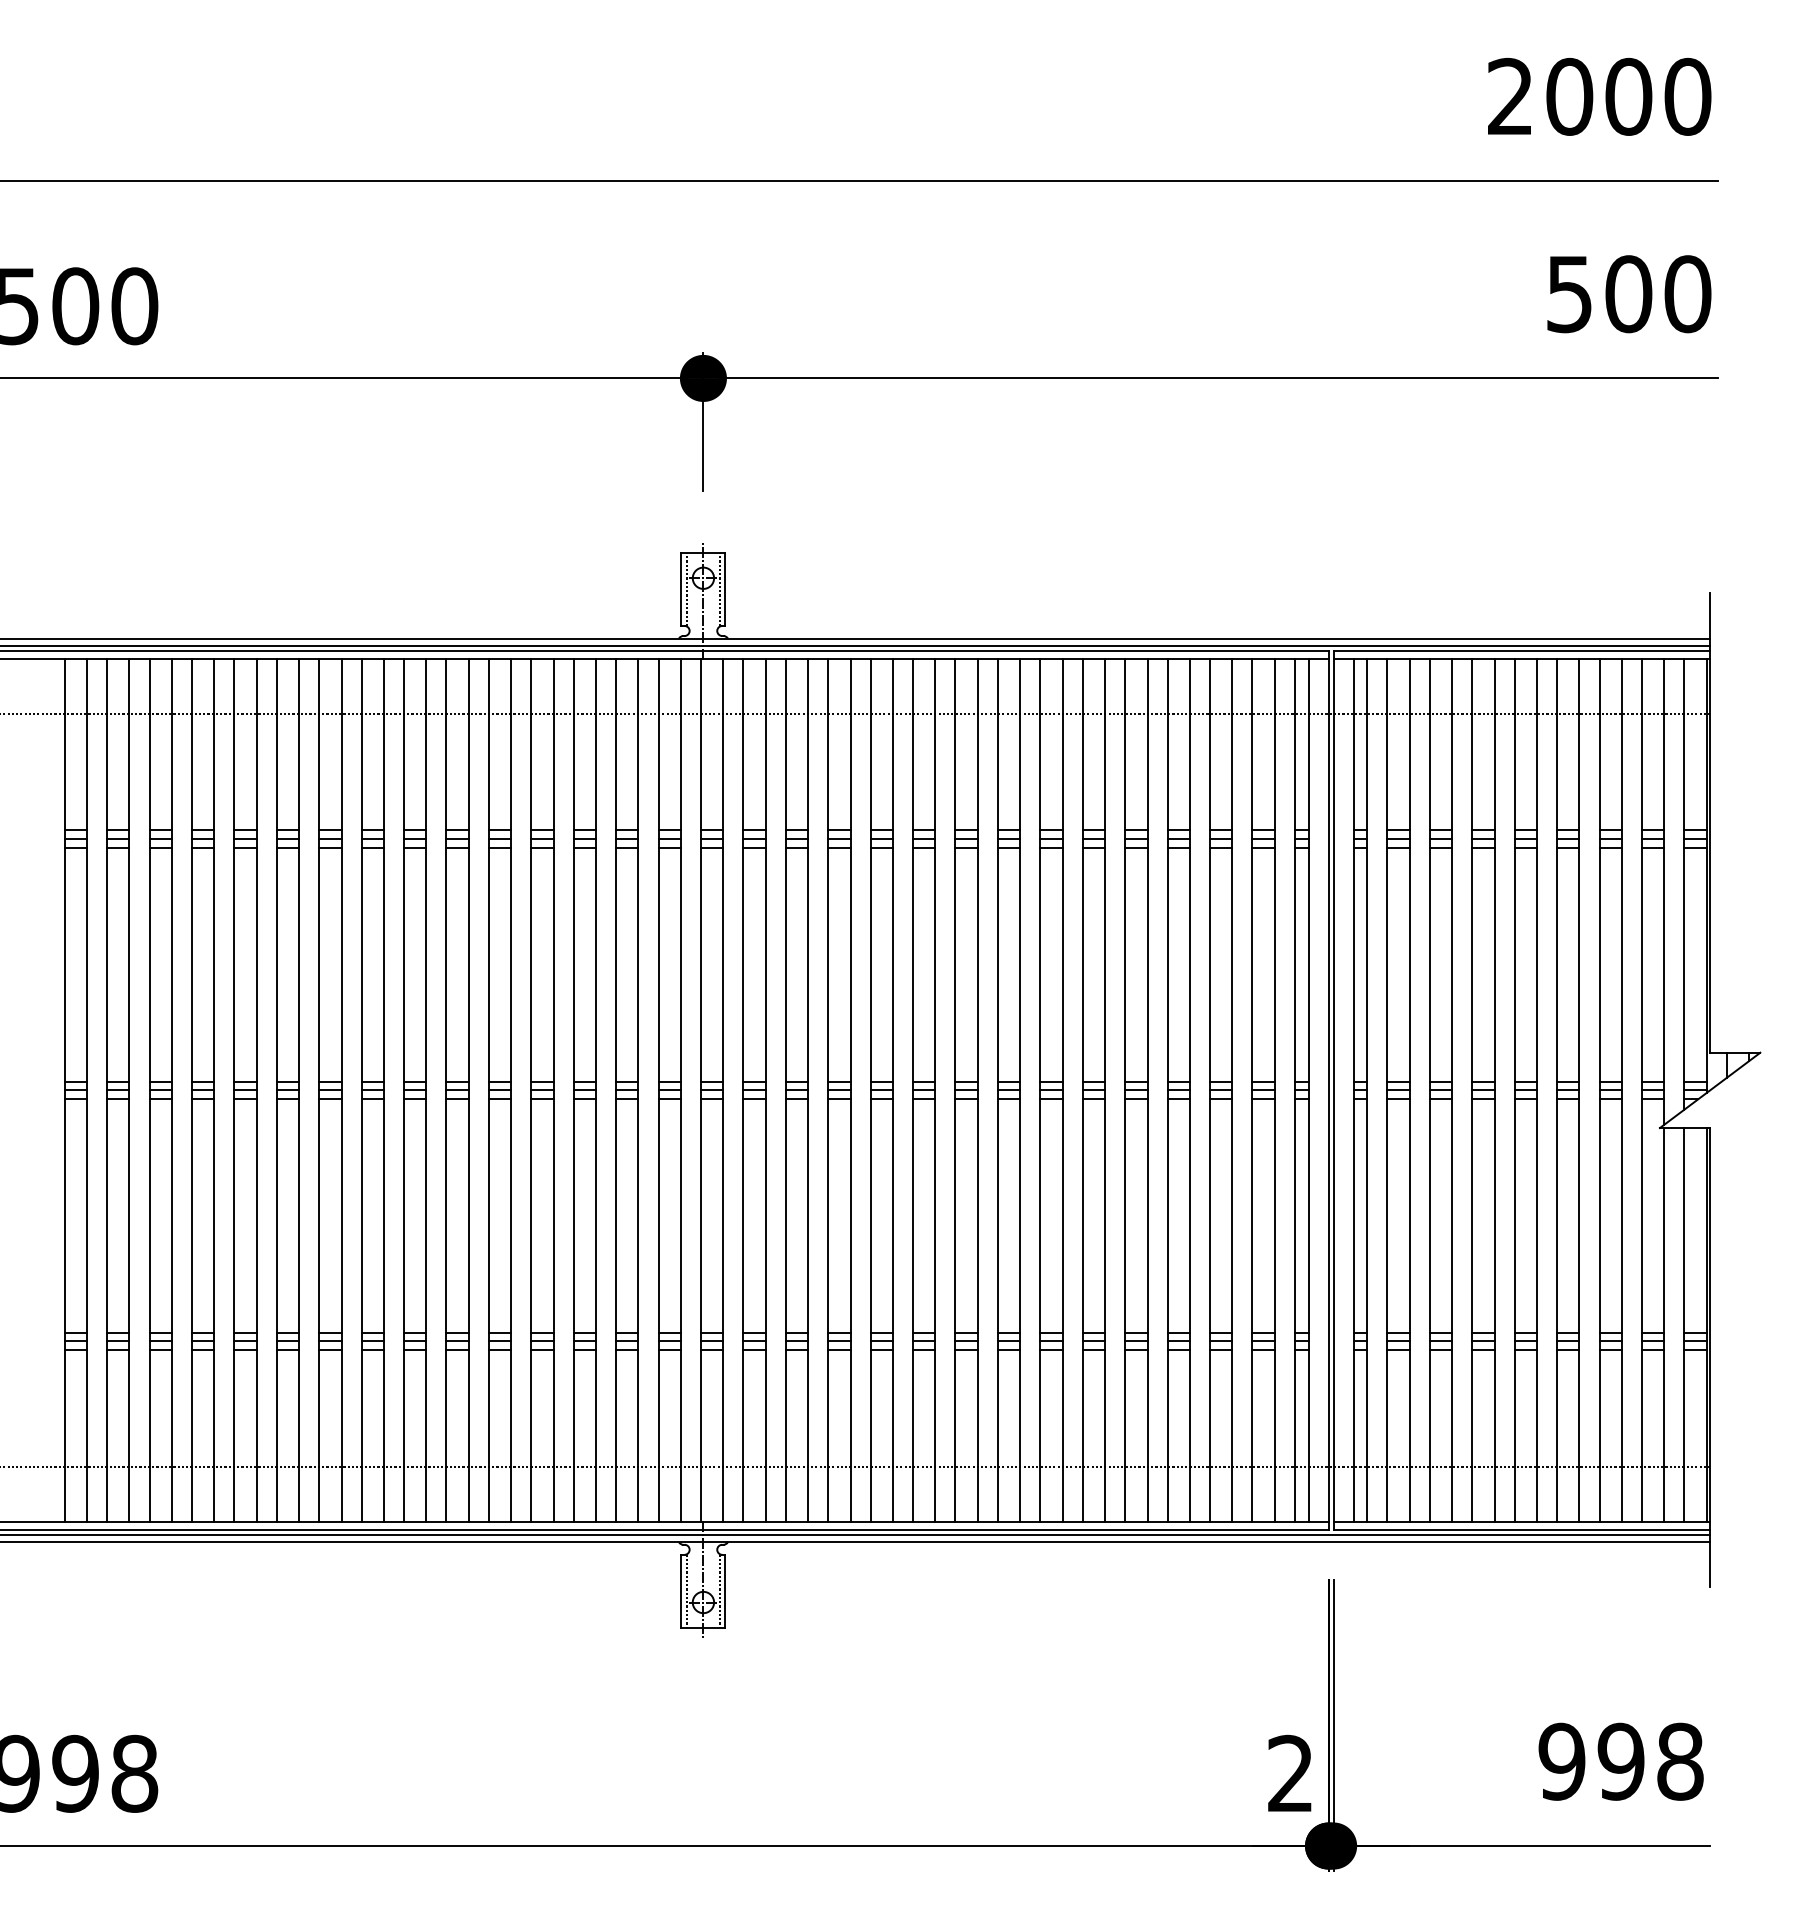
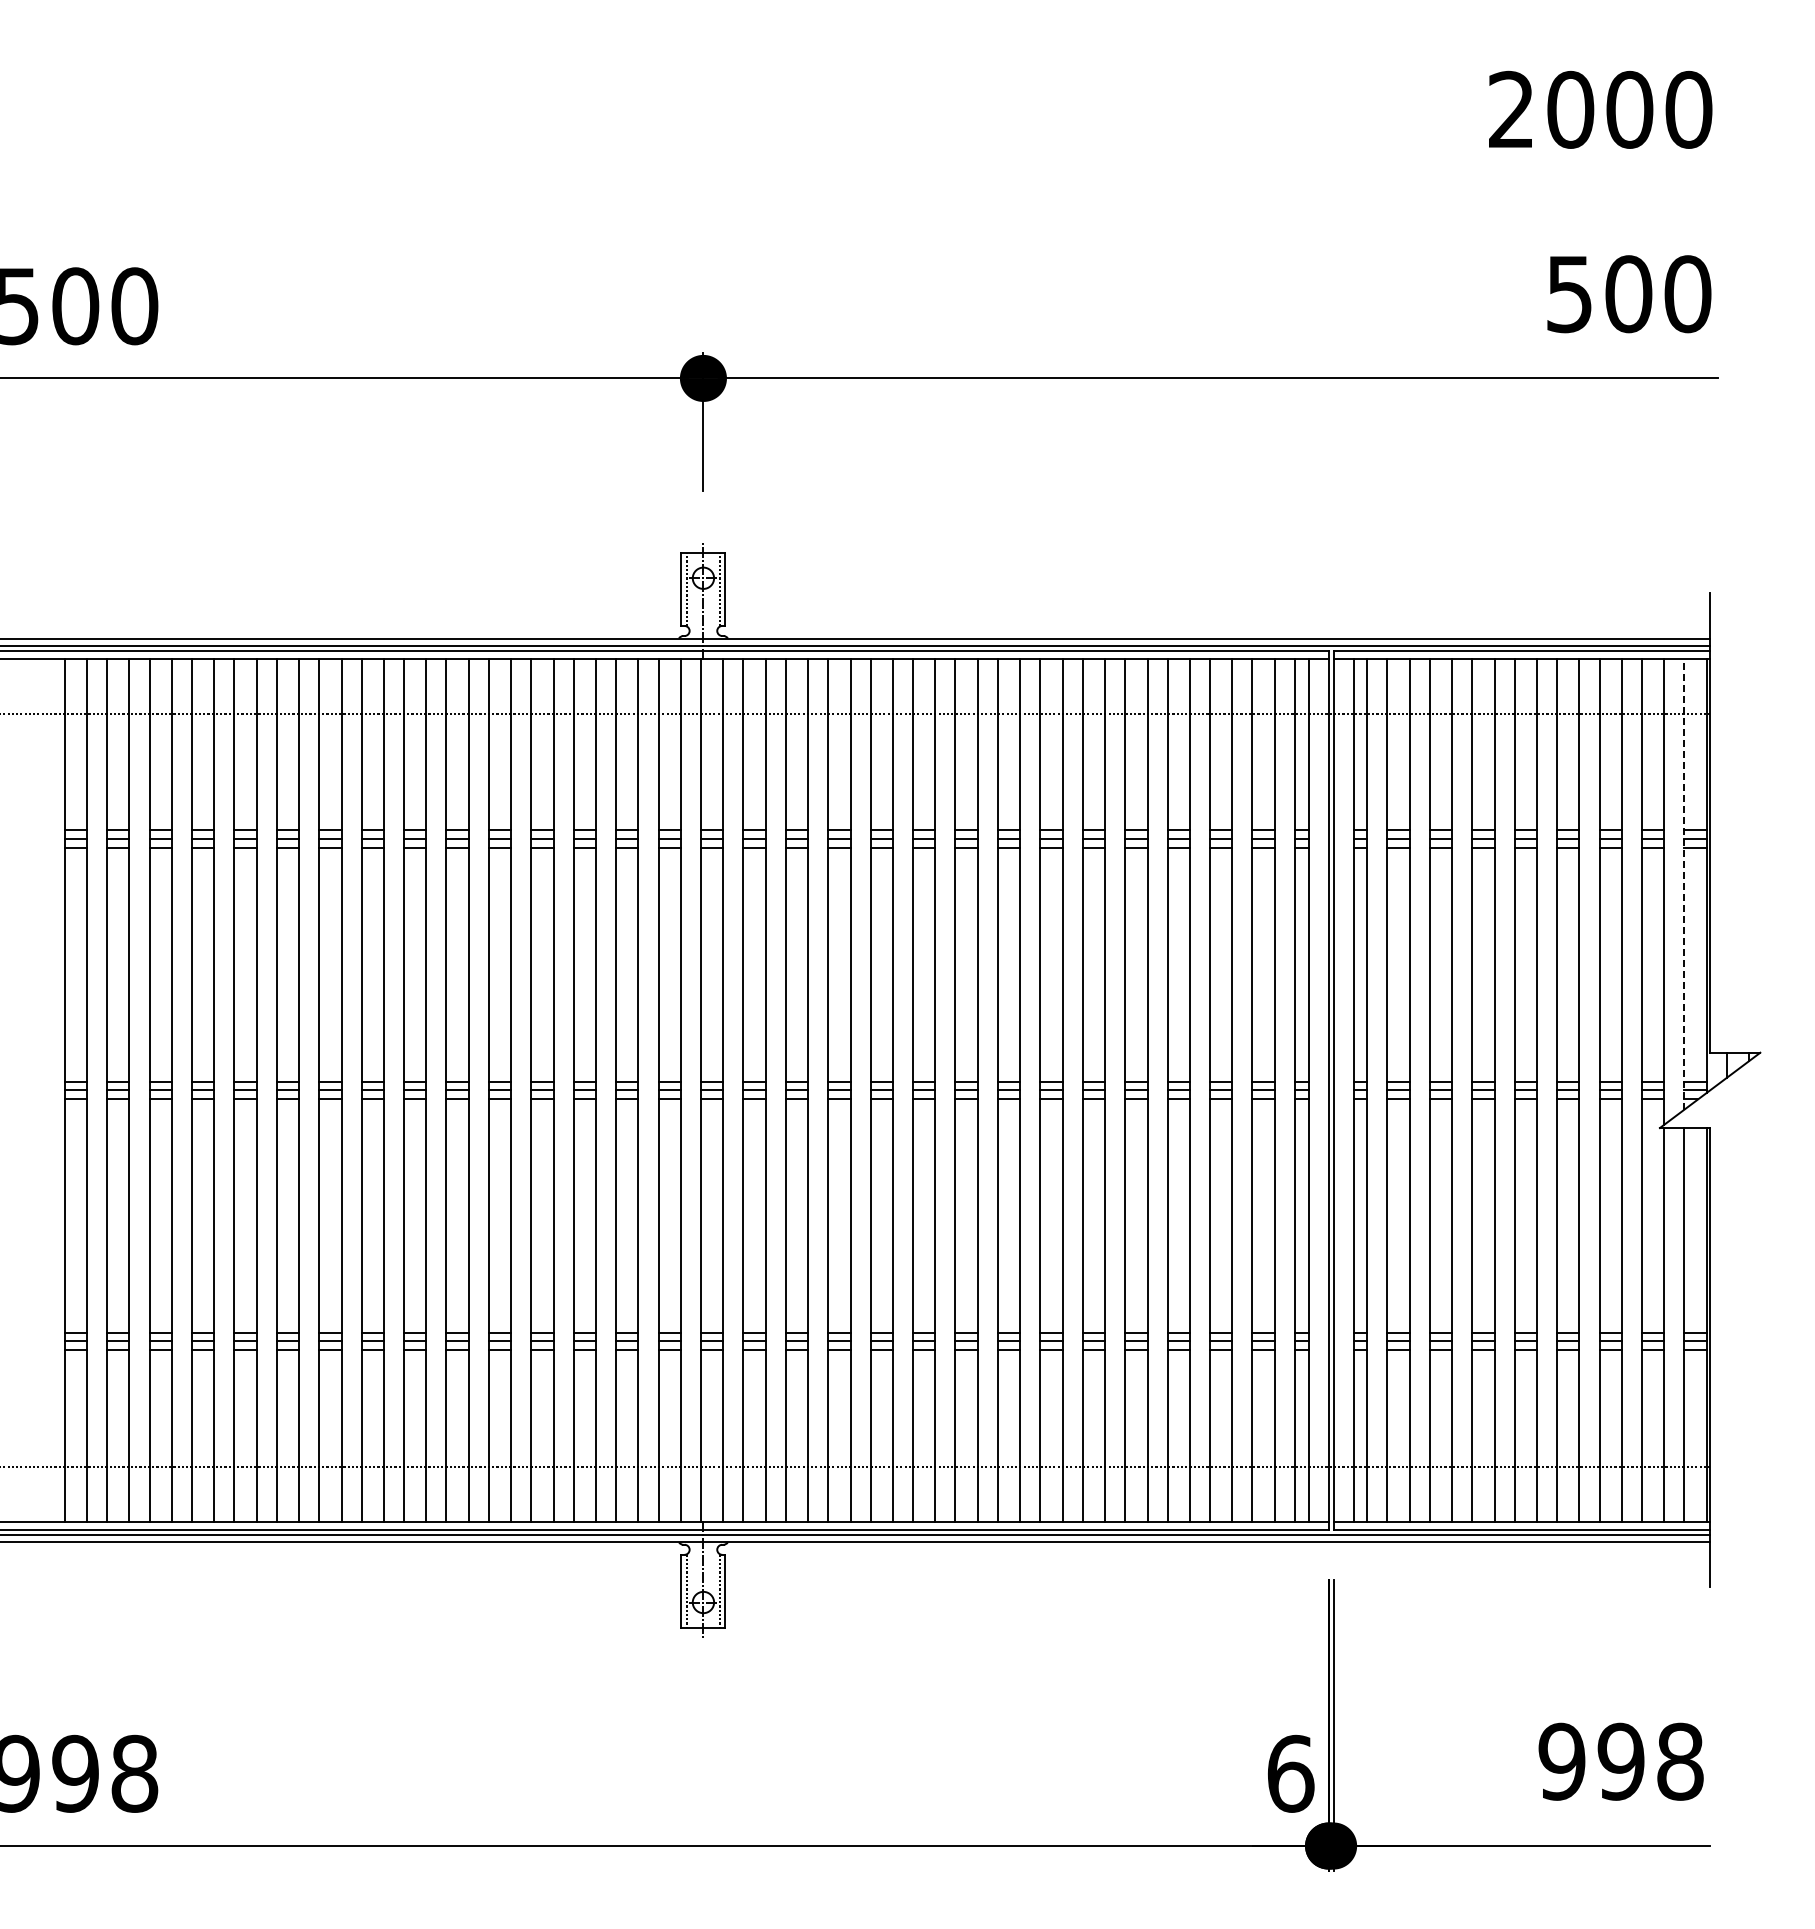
text at (1599, 96) position: (1599, 96) -> (1600, 109)
line at (859, 181): present -> none
line at (1684, 884): solid -> dashed
text at (1290, 1773): 2 -> 6
